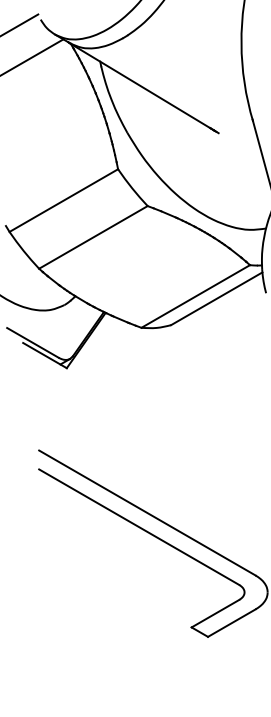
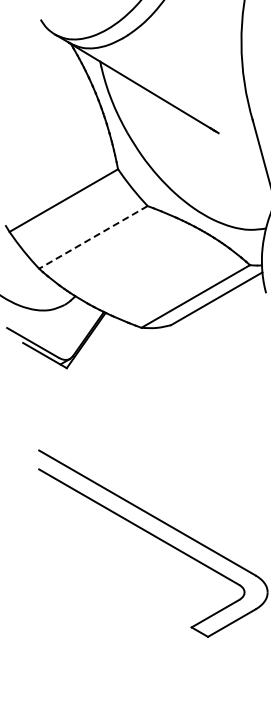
line at (20, 24): present -> none
line at (32, 56): present -> none
line at (93, 237): solid -> dashed
